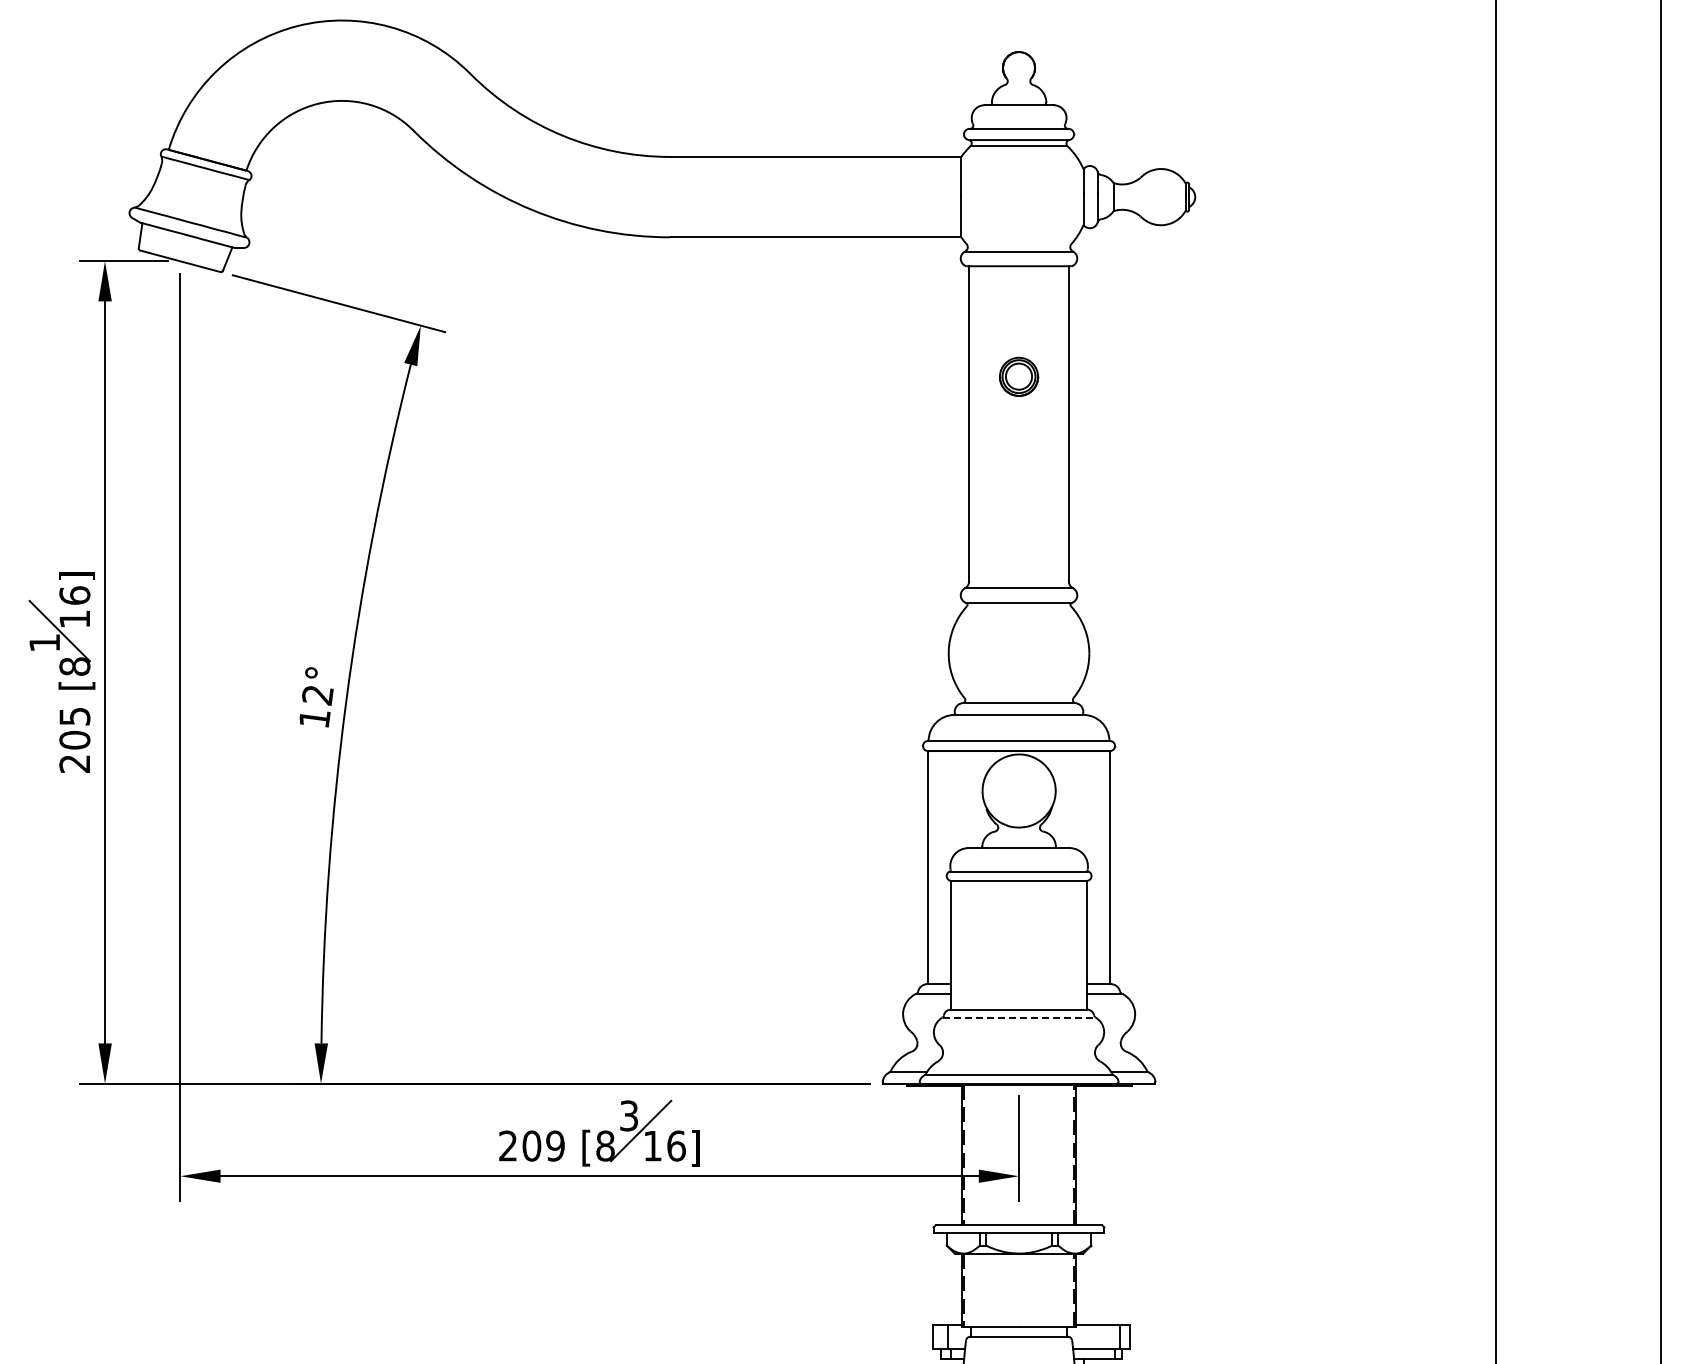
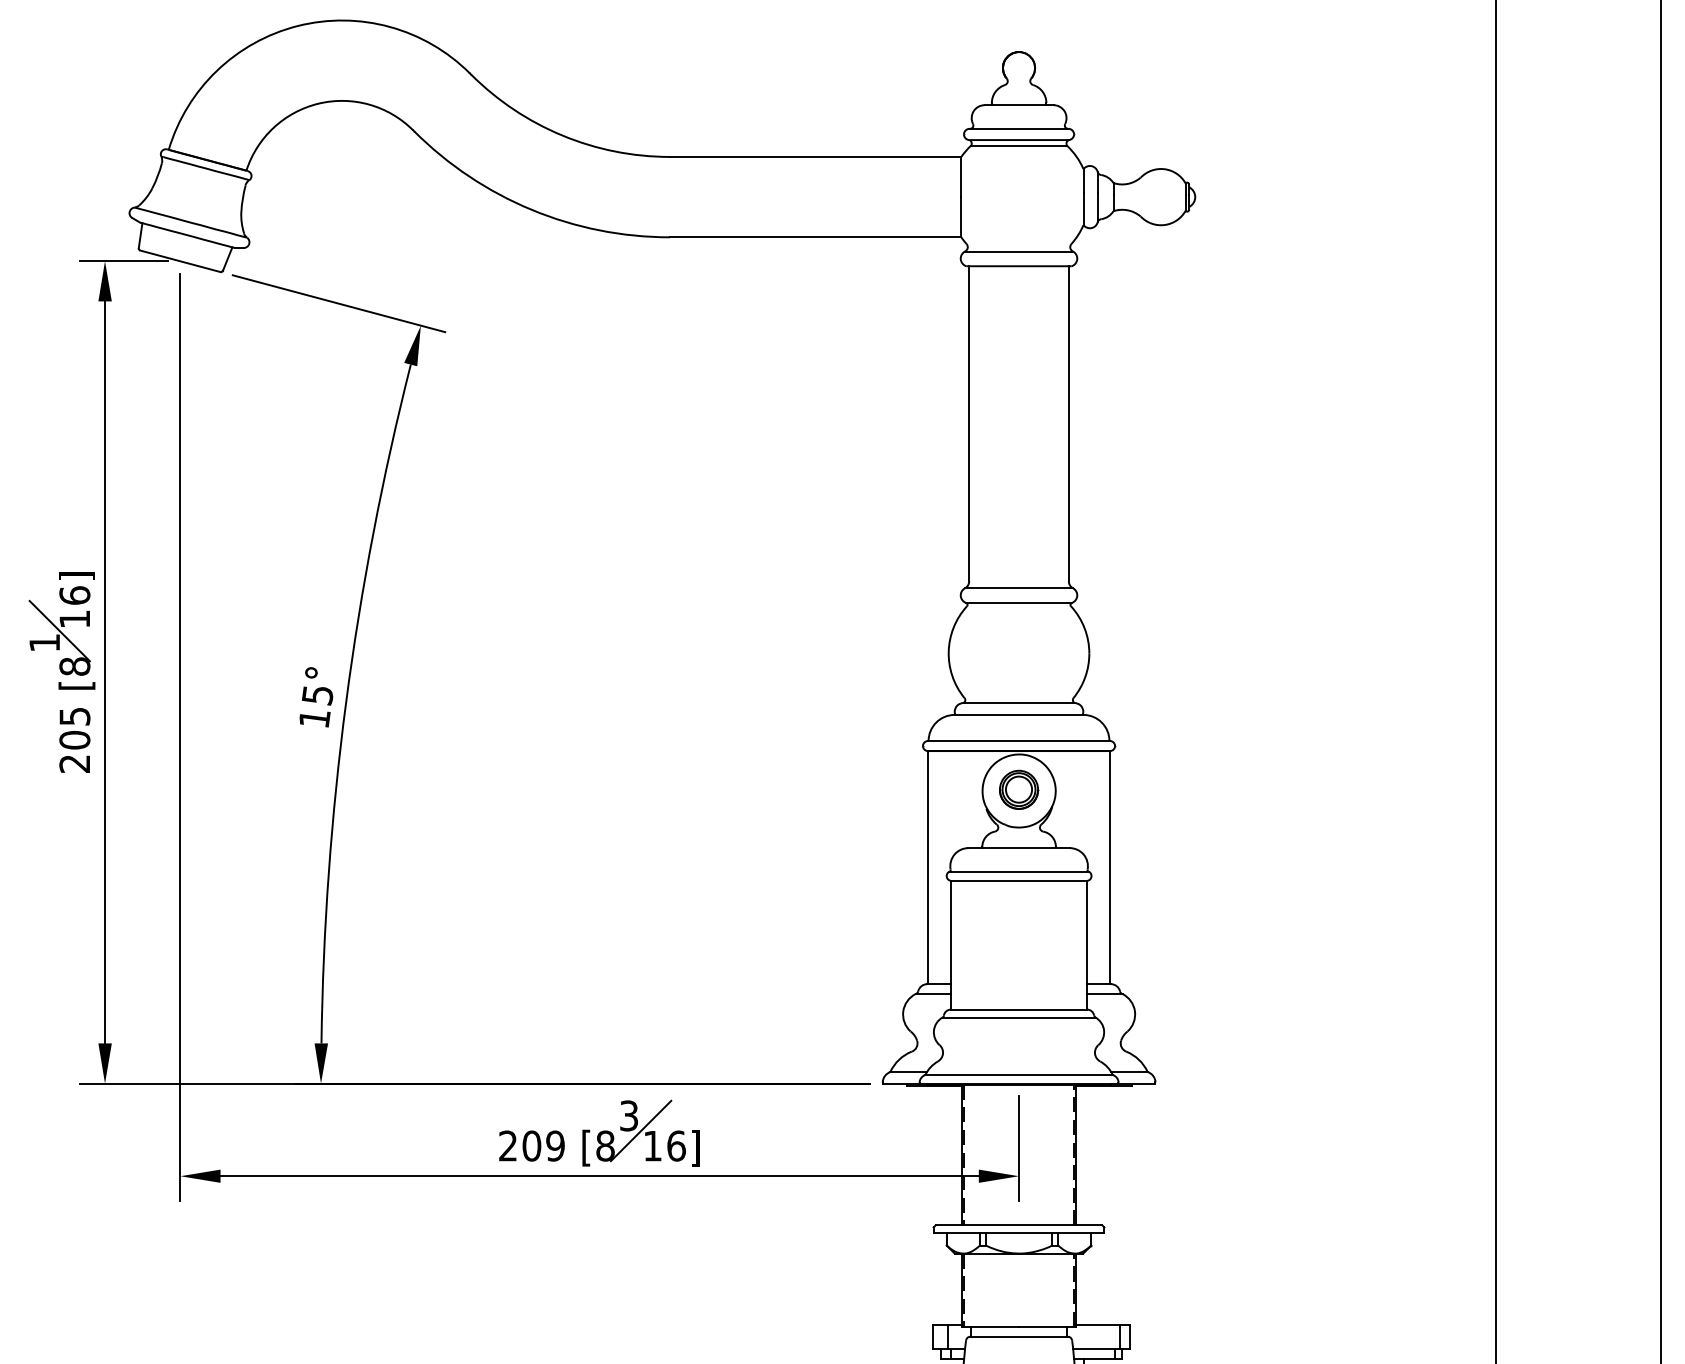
part at (1019, 376) position: (1019, 376) -> (1019, 789)
text at (317, 695): 12° -> 15°
line at (1019, 1017): dashed -> solid
